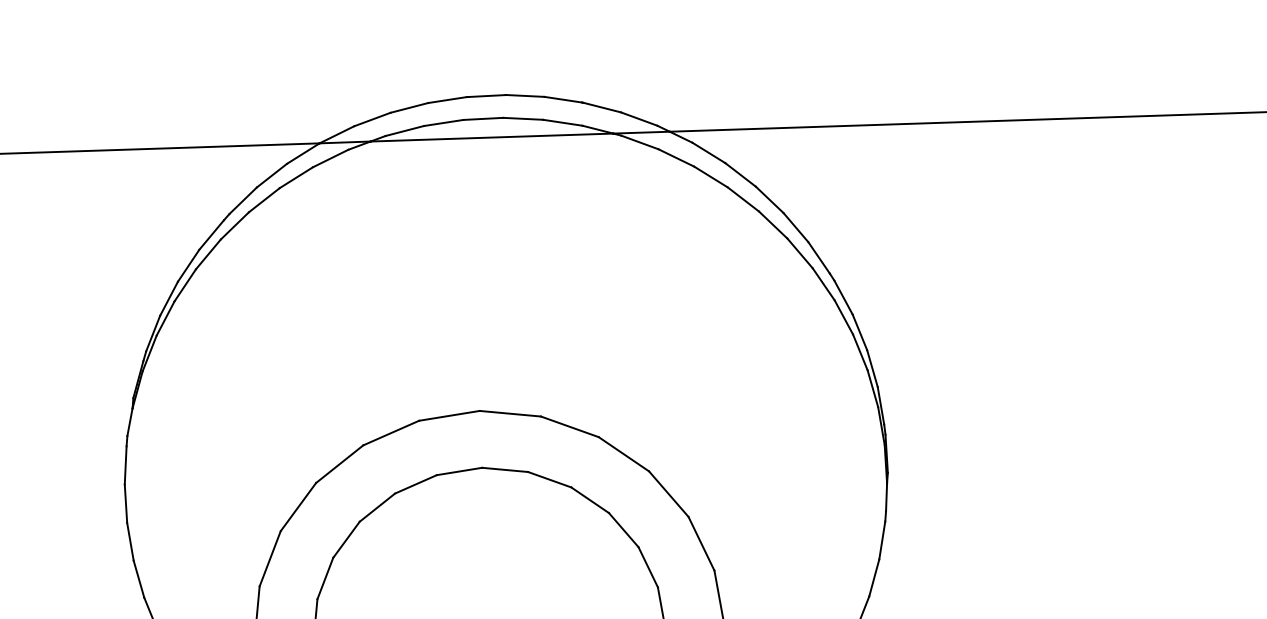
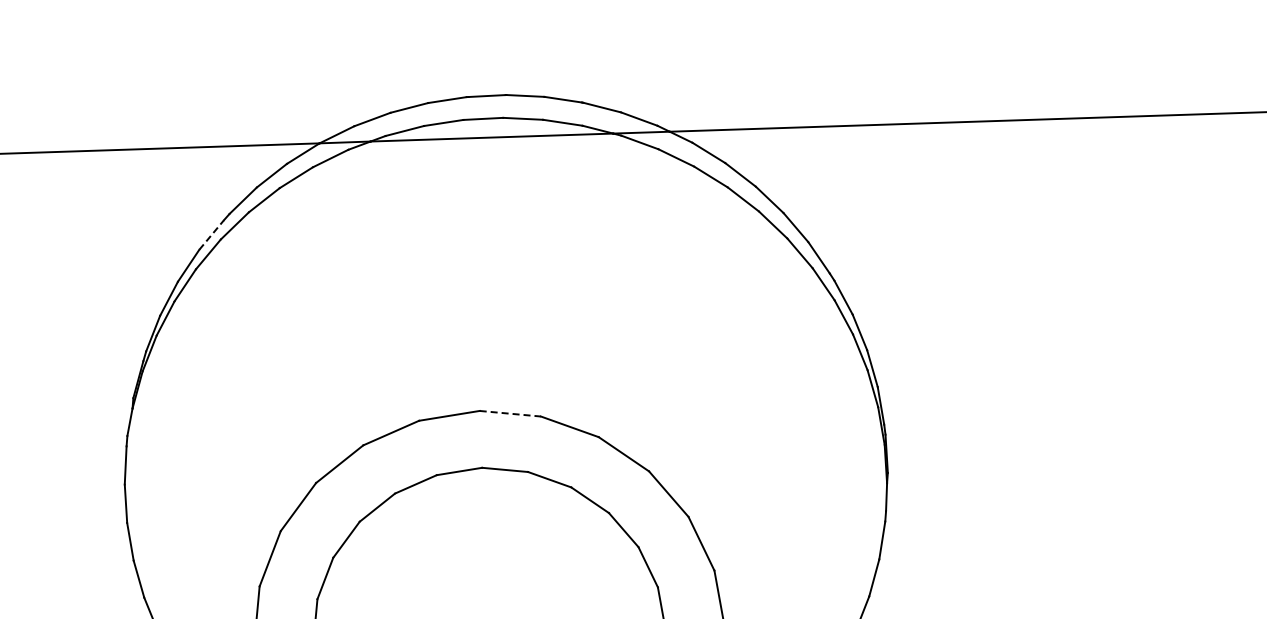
line at (211, 234): solid -> dashed
line at (510, 413): solid -> dashed
